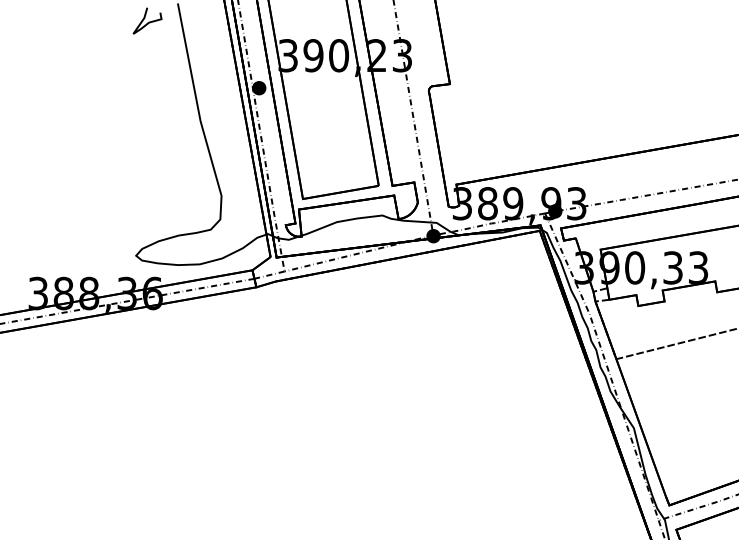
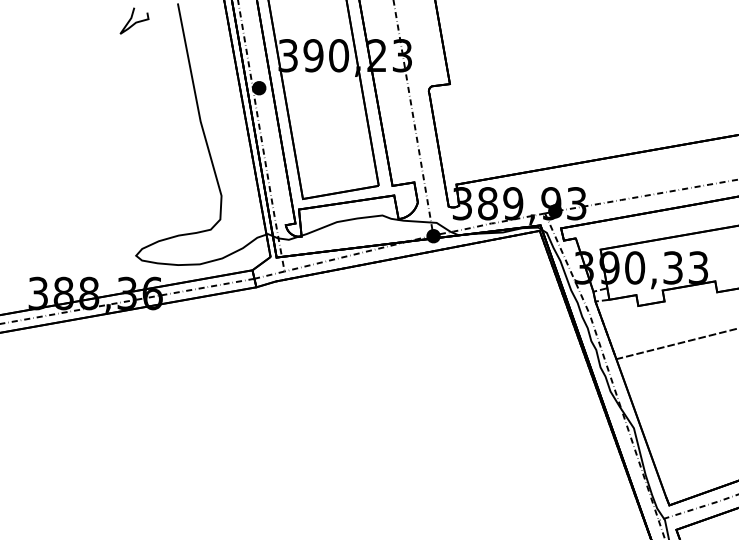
curve at (148, 21) position: (148, 21) -> (135, 21)
